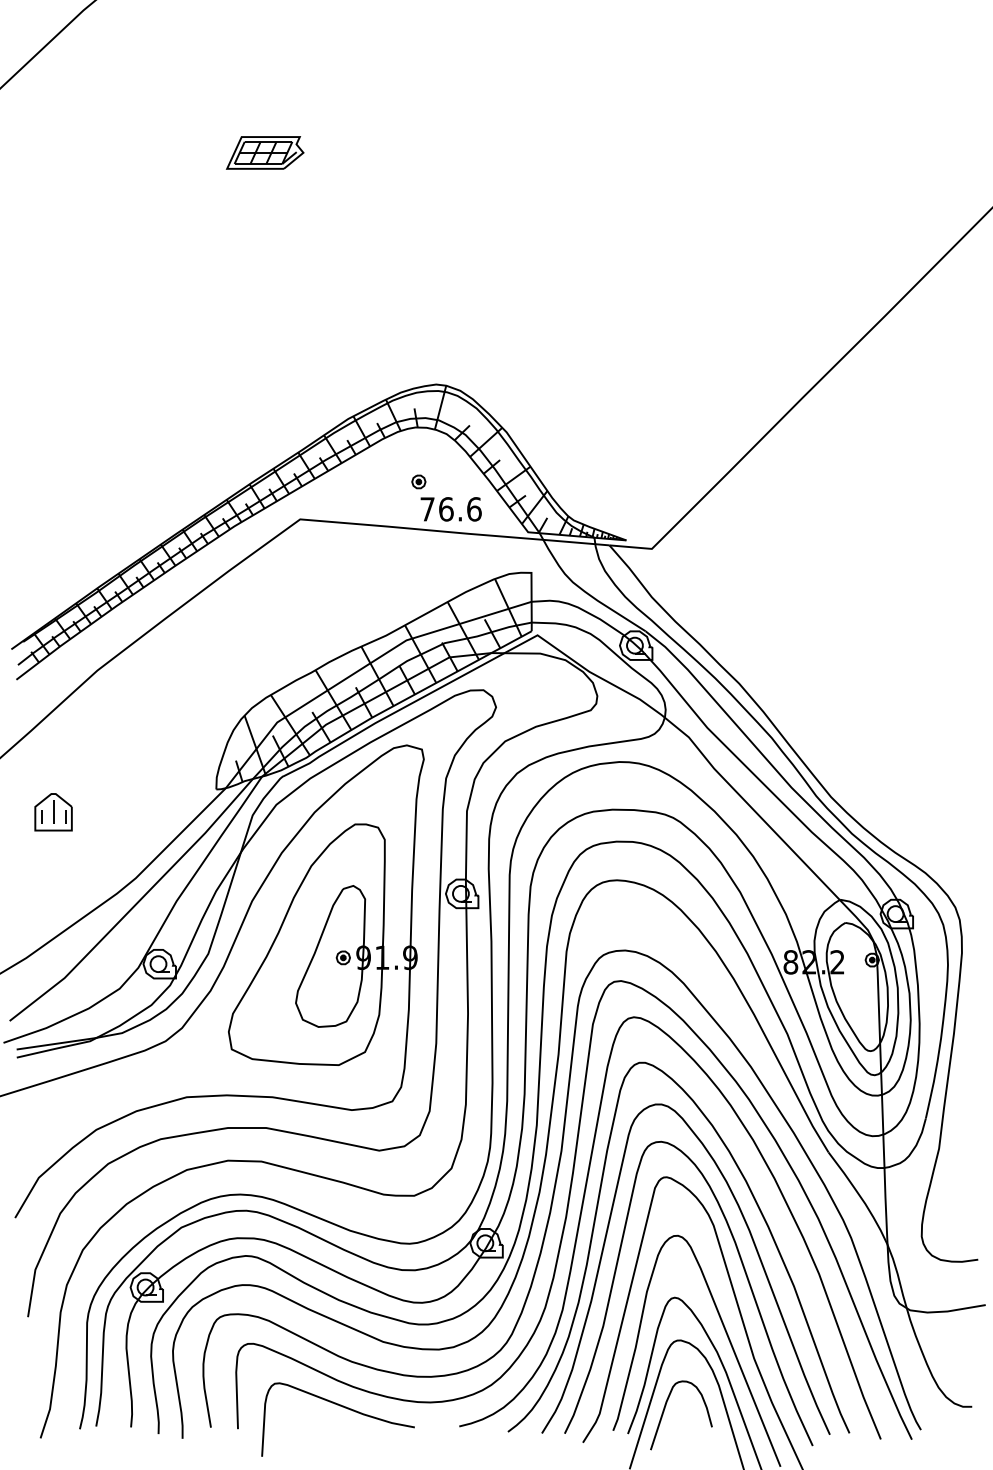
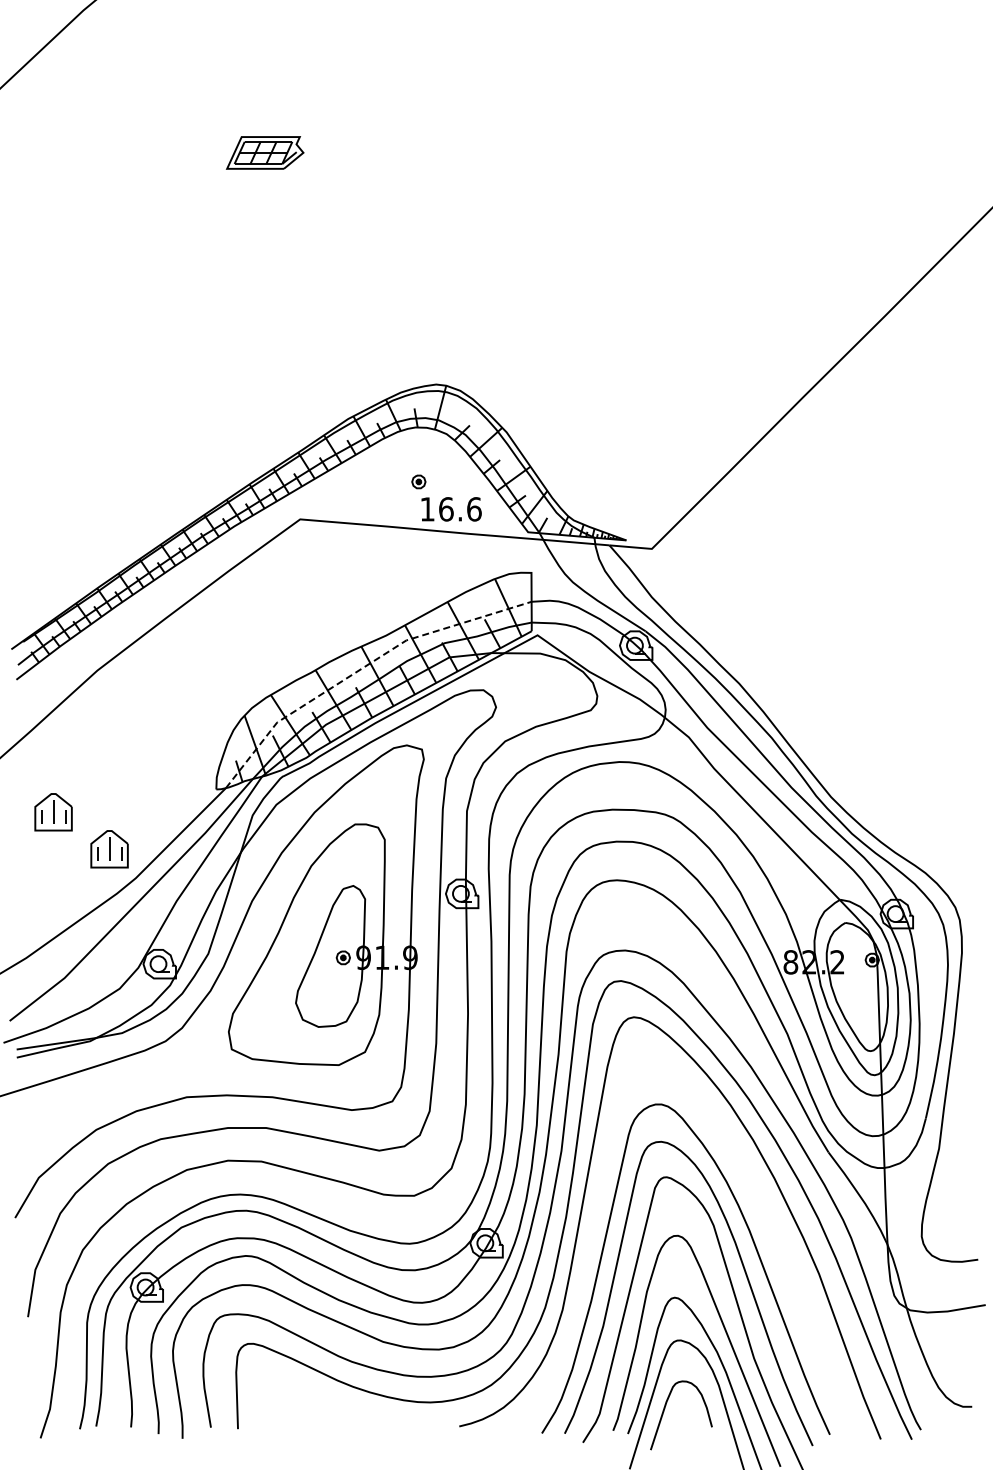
text at (427, 509): 76.6 -> 16.6
line at (362, 668): solid -> dashed
part at (109, 849): none -> present
curve at (593, 1234): present -> none
curve at (342, 1407): present -> none
